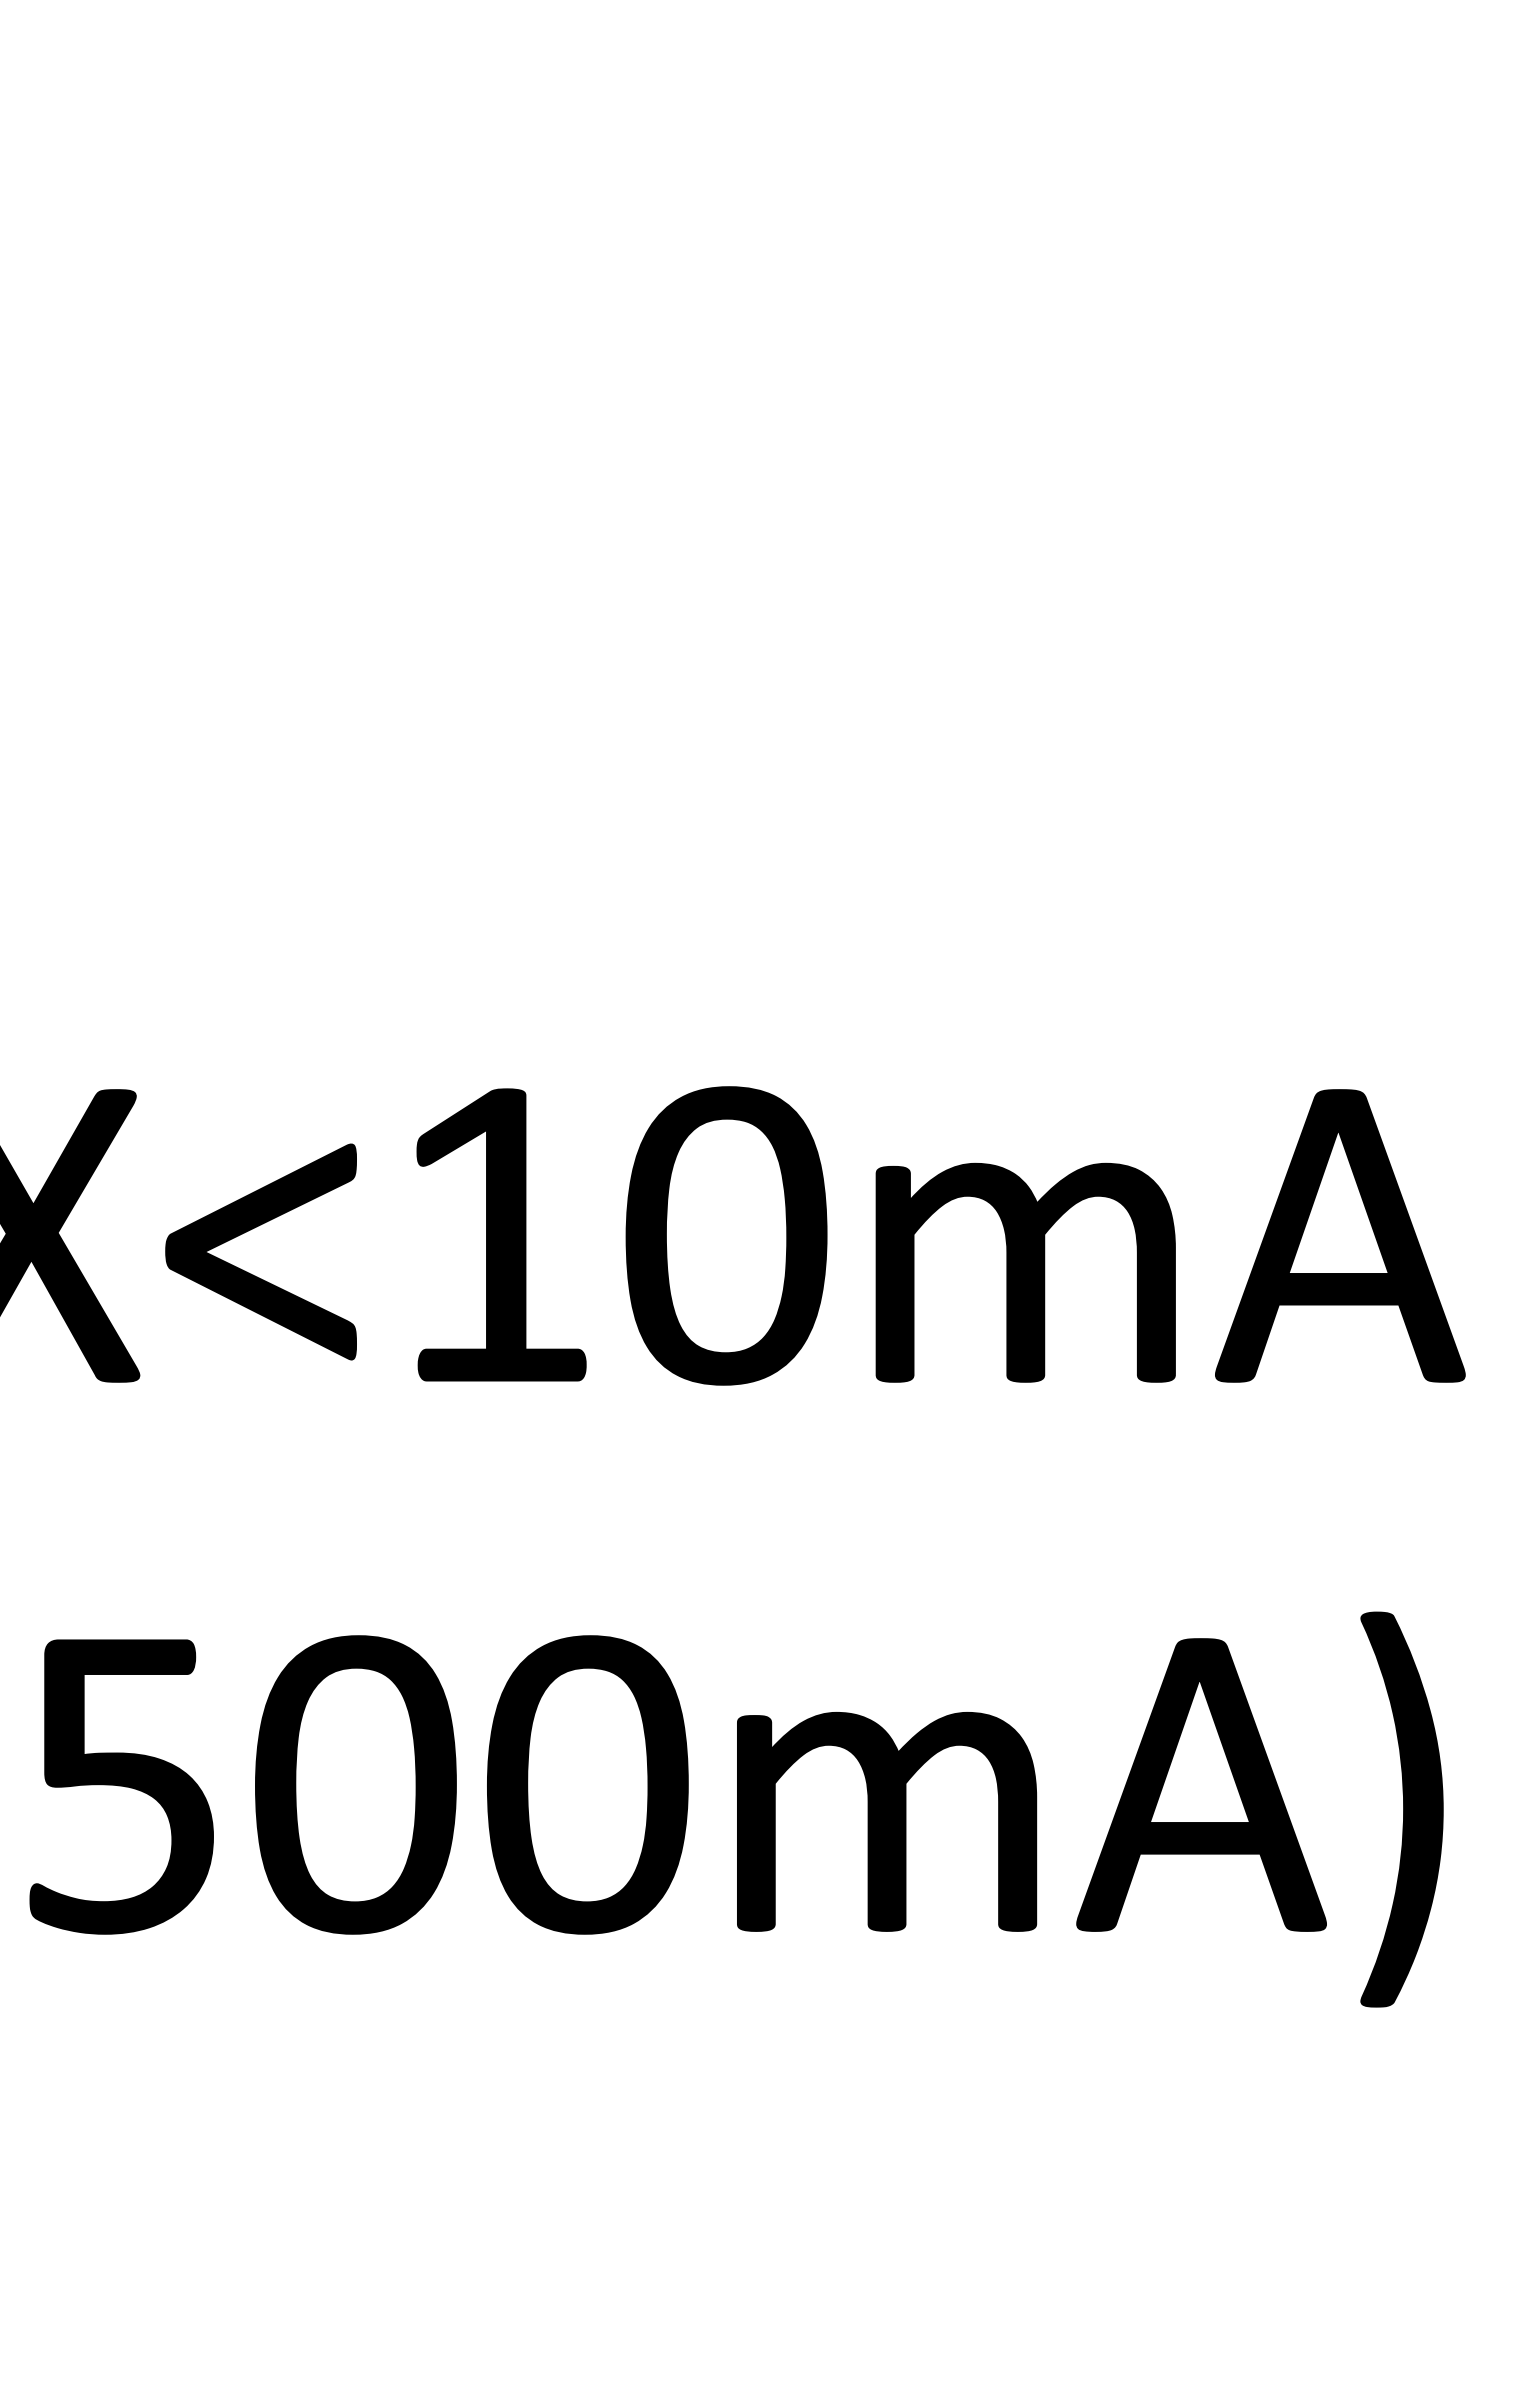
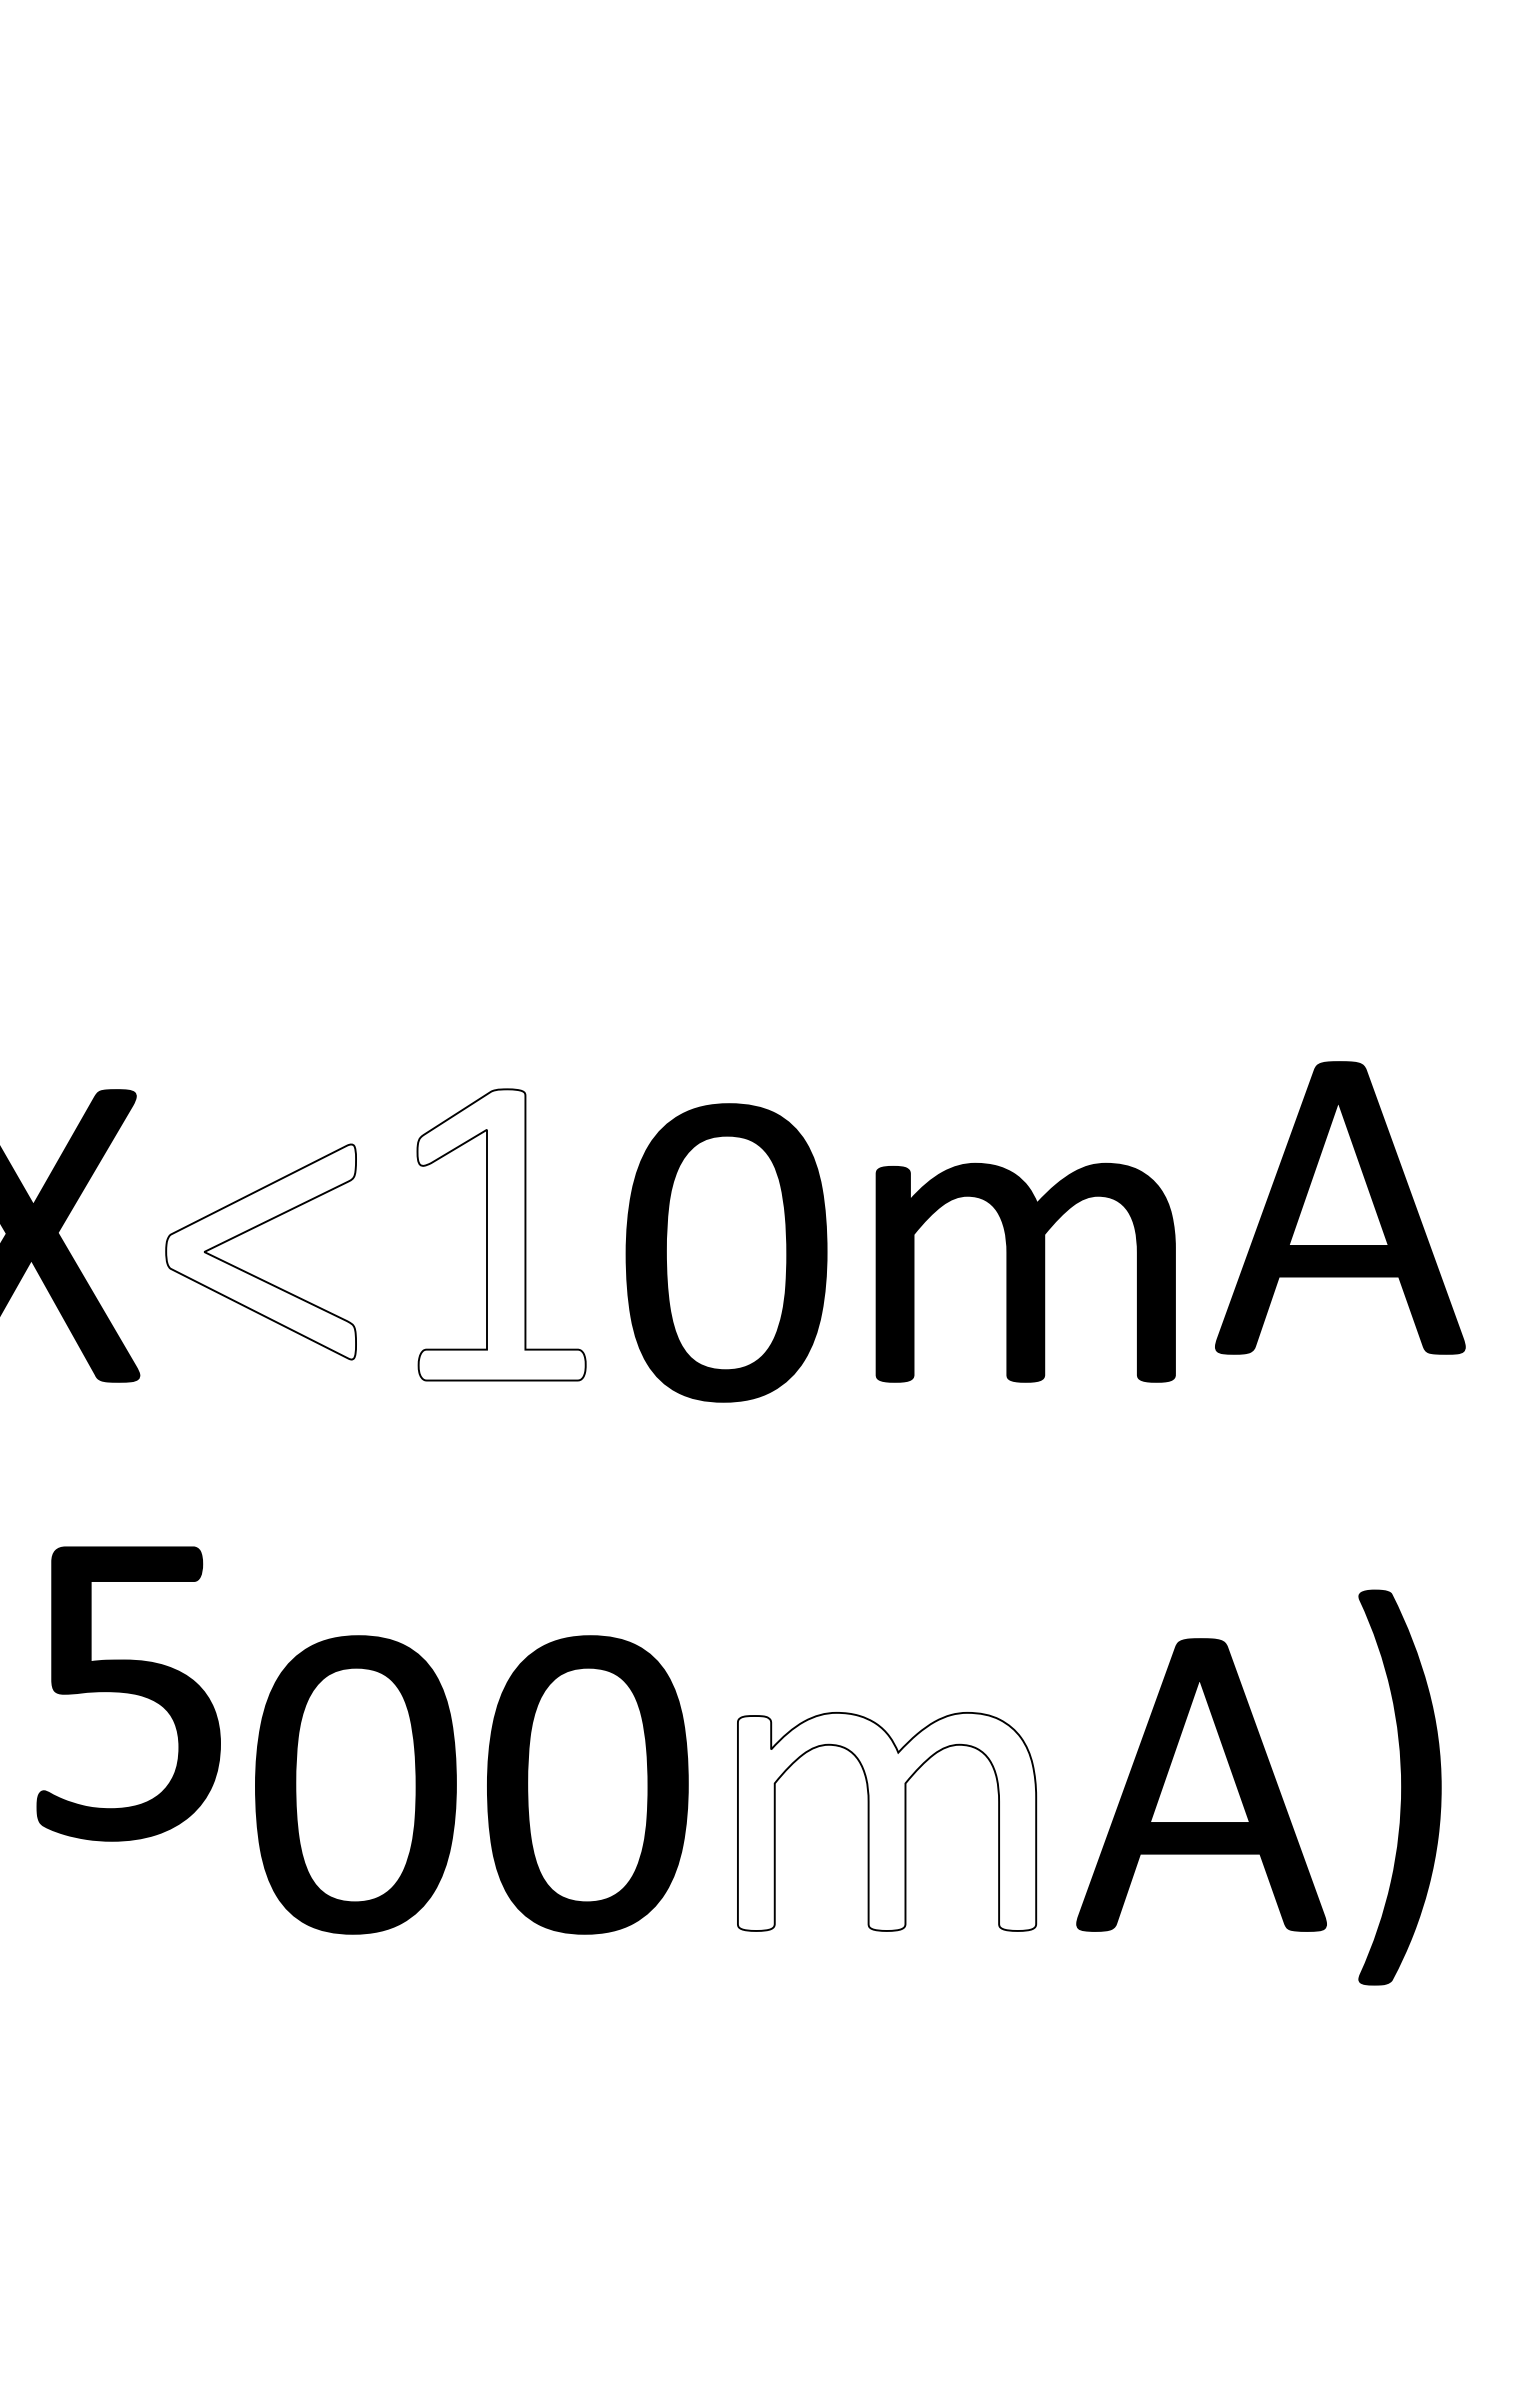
fill at (501, 1234): present -> none
part at (726, 1235) position: (726, 1235) -> (726, 1252)
part at (1340, 1235) position: (1340, 1235) -> (1340, 1207)
fill at (261, 1251): present -> none
part at (121, 1786) position: (121, 1786) -> (128, 1693)
part at (1401, 1809) position: (1401, 1809) -> (1399, 1787)
fill at (886, 1821): present -> none
